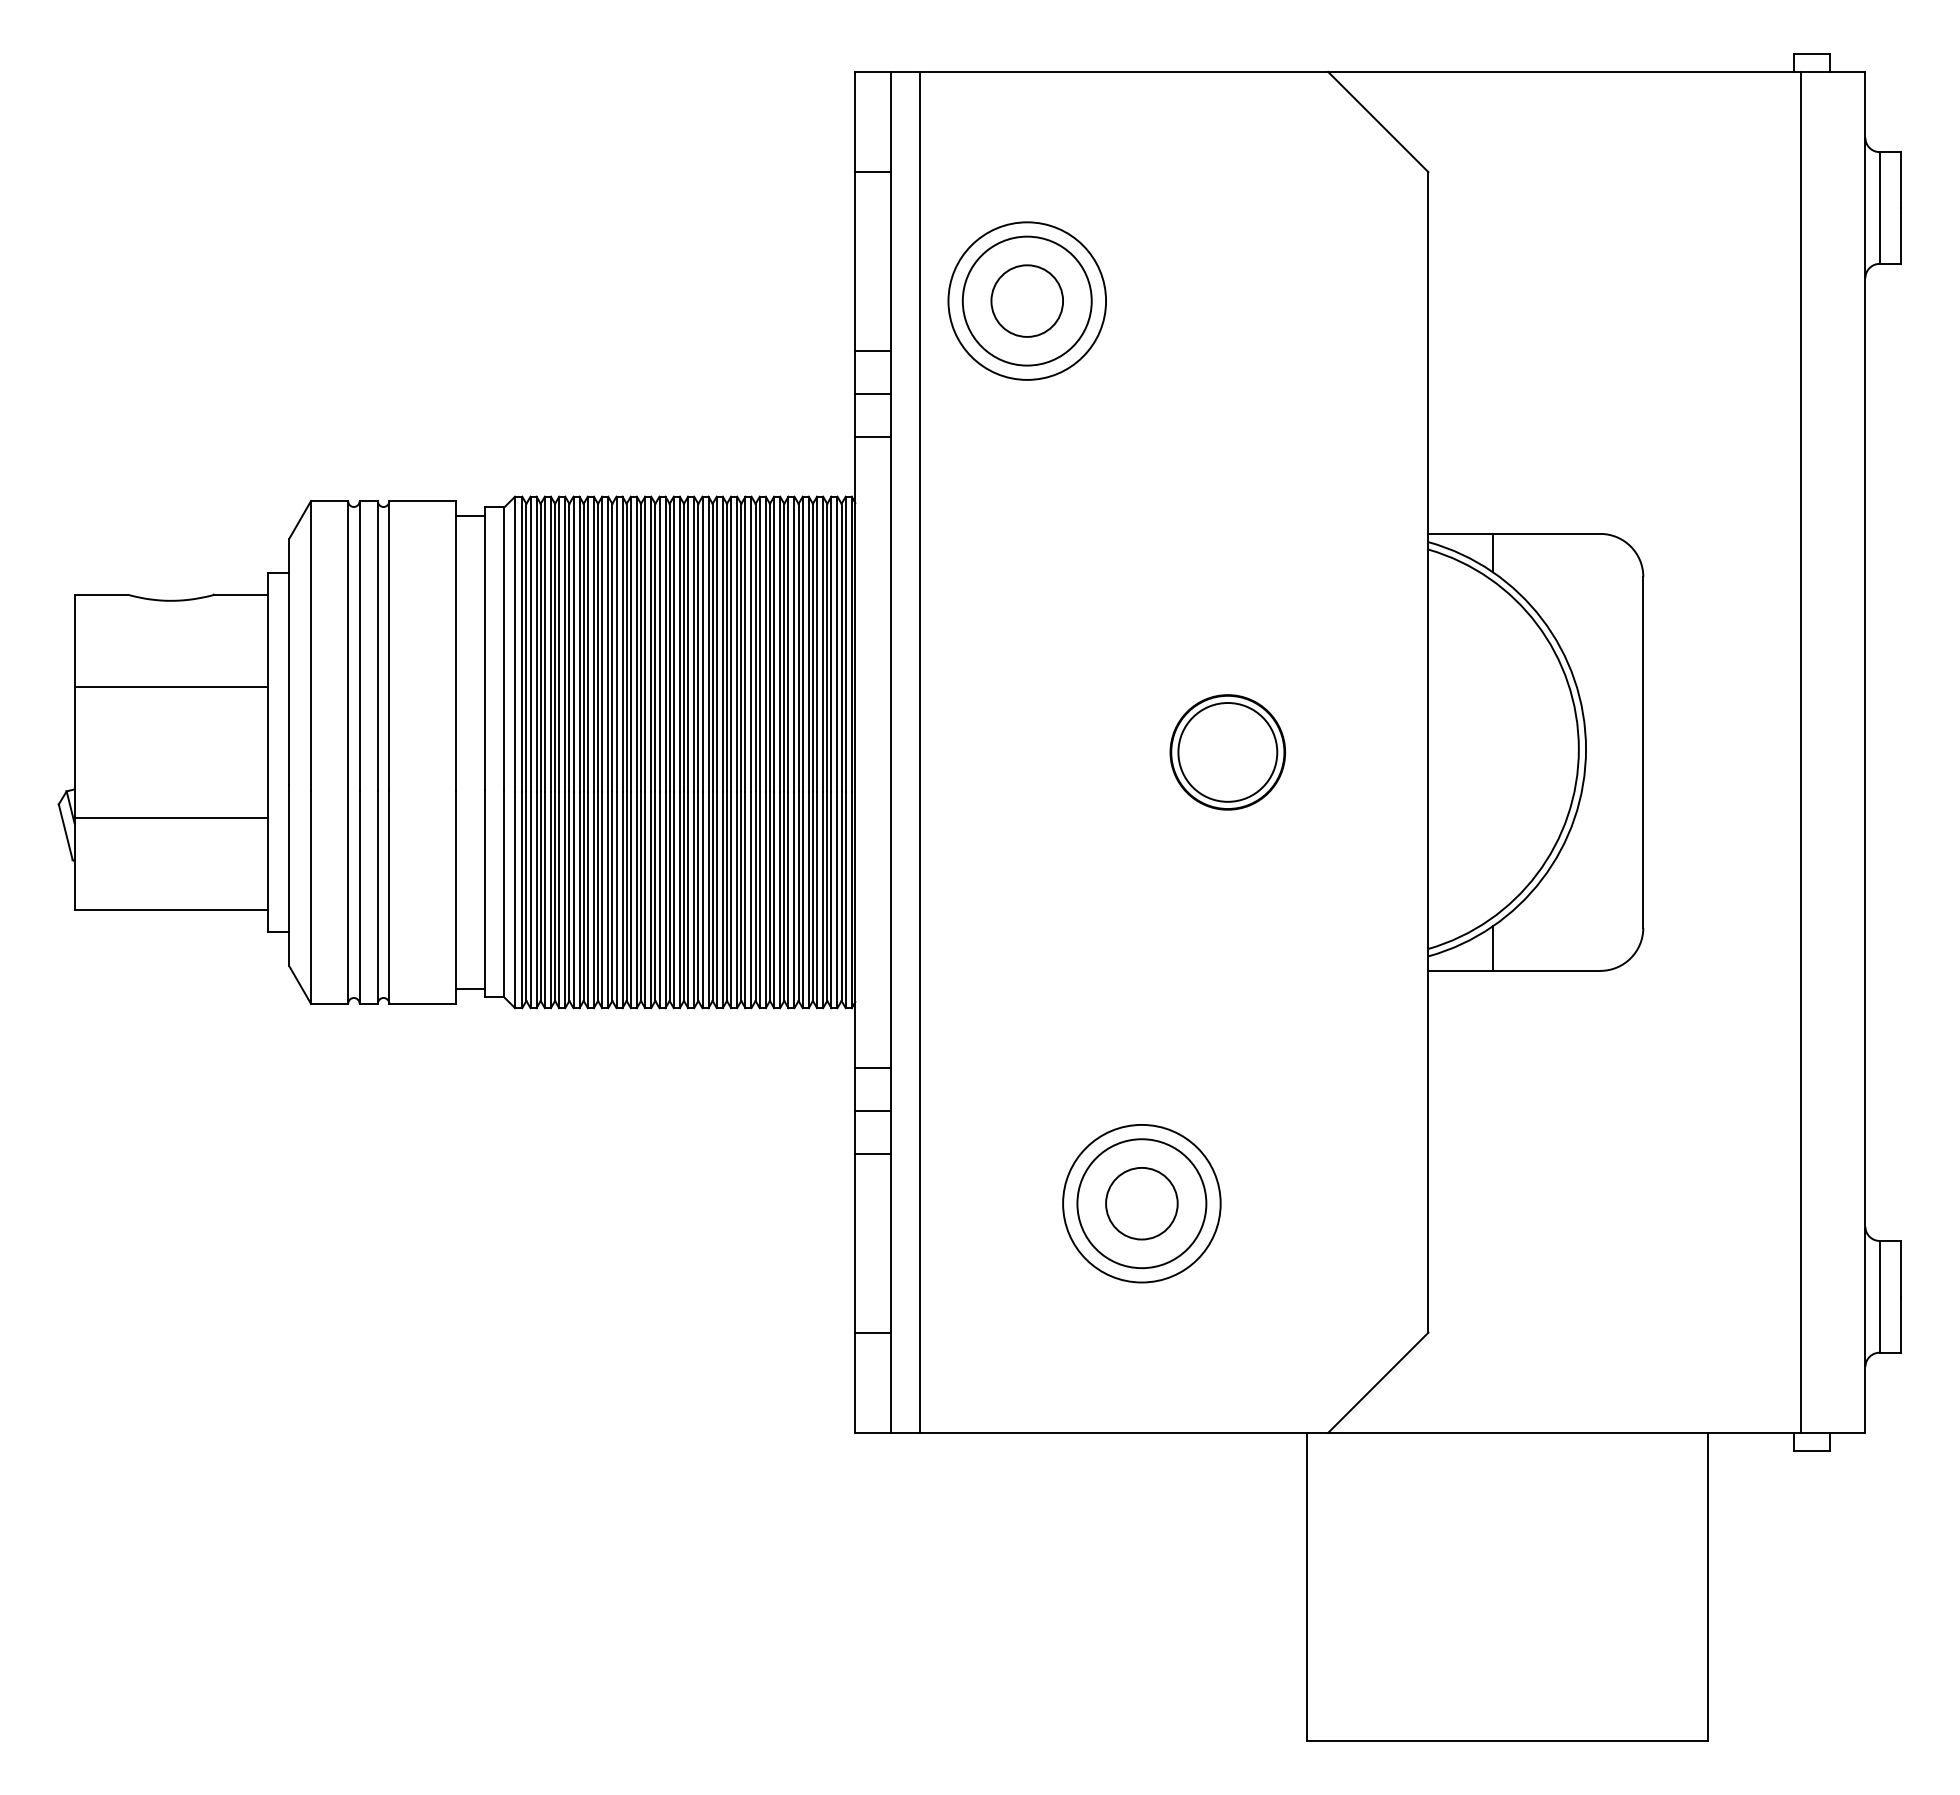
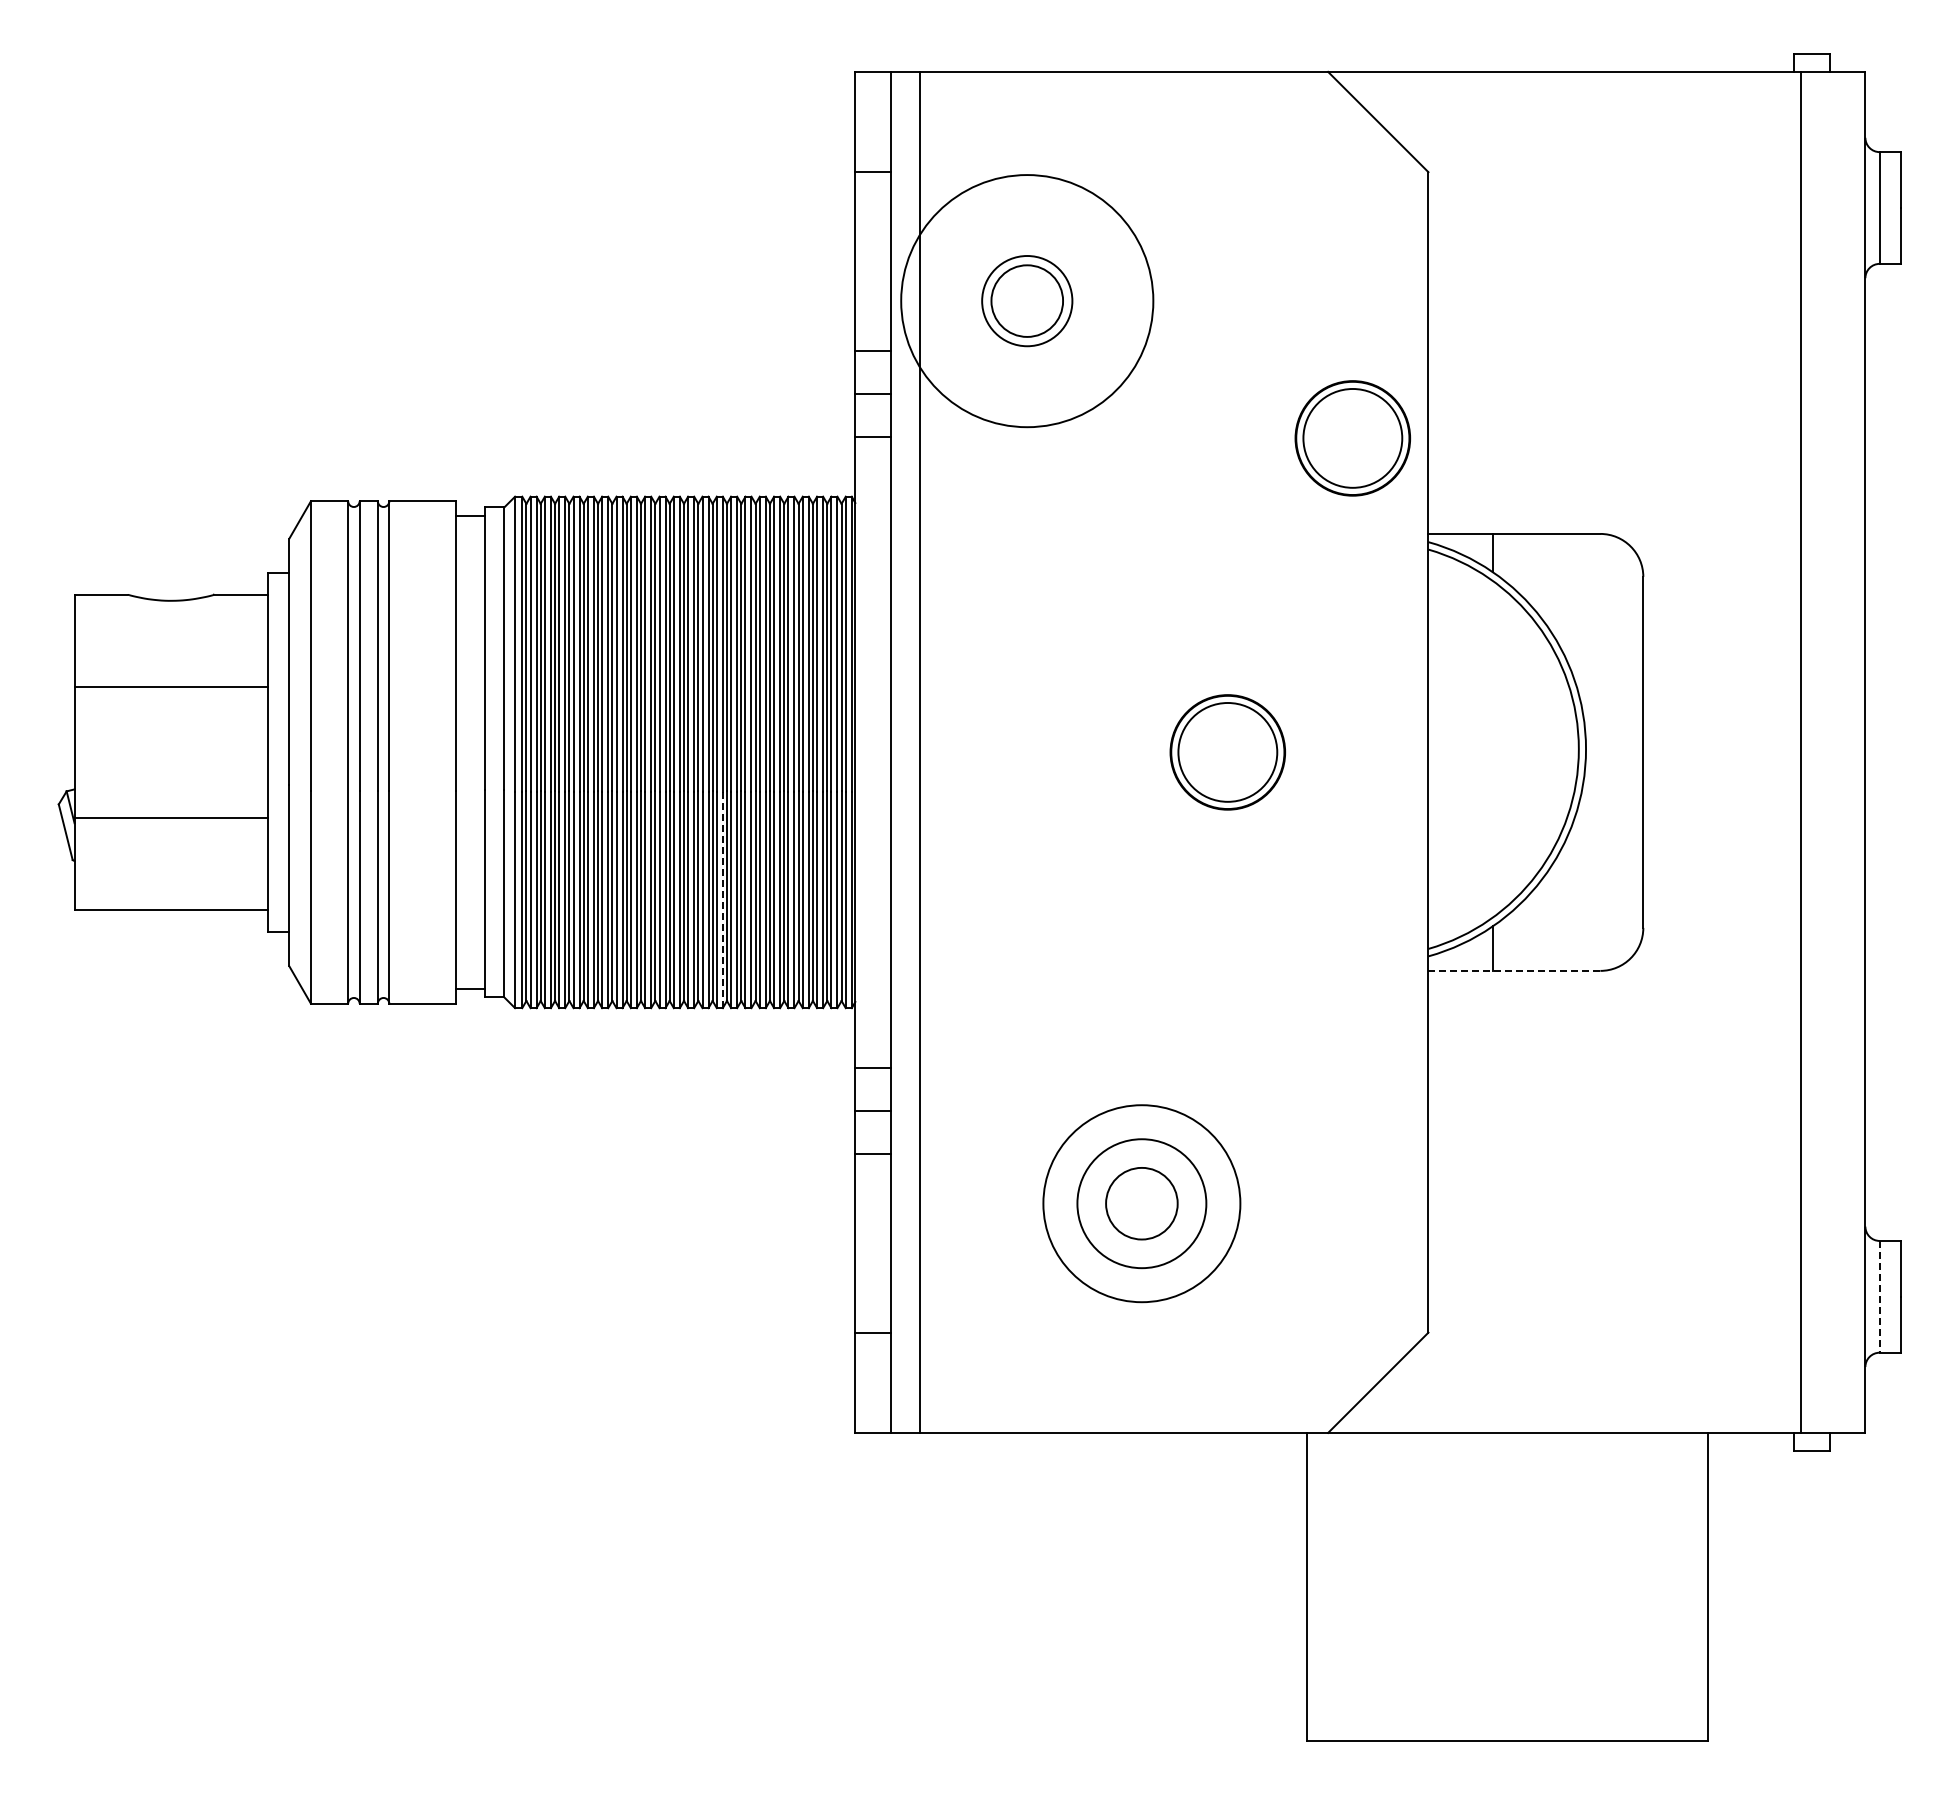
circle at (1026, 300) diameter: 129 px -> 90 px
circle at (1027, 300) diameter: 158 px -> 252 px
part at (1352, 438): none -> present
line at (722, 899): solid -> dashed
line at (1514, 970): solid -> dashed
circle at (1141, 1203) diameter: 158 px -> 197 px
line at (1879, 1296): solid -> dashed
